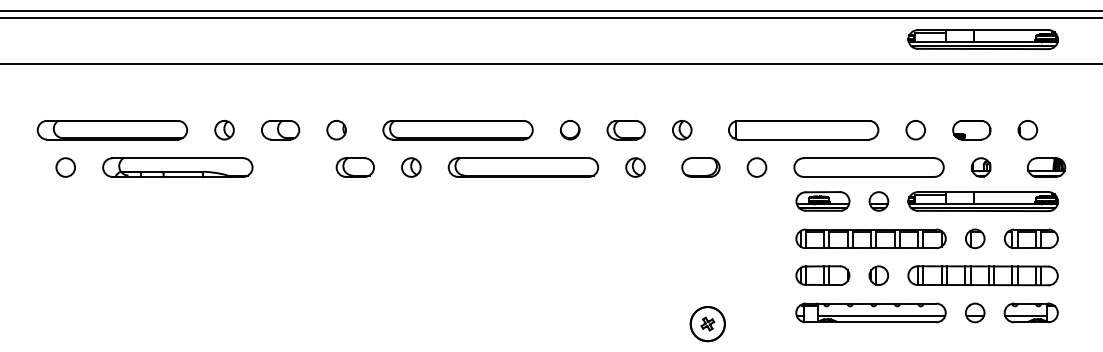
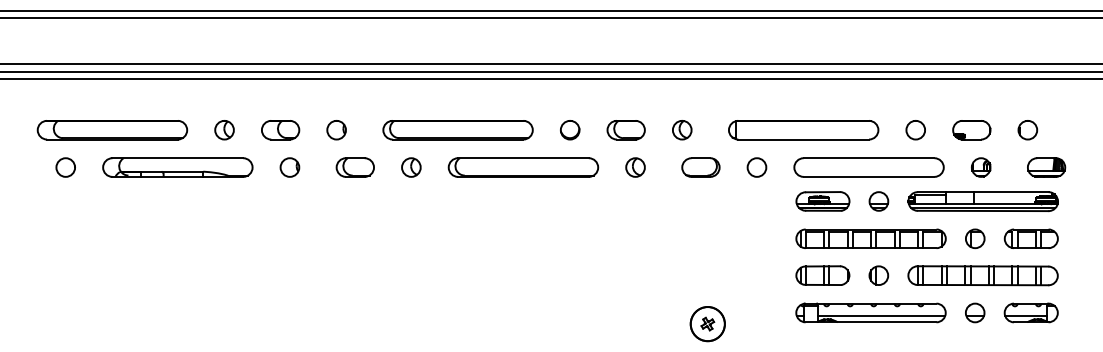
part at (982, 39): present -> none
line at (550, 71): none -> present
line at (550, 78): none -> present
part at (289, 167): none -> present
